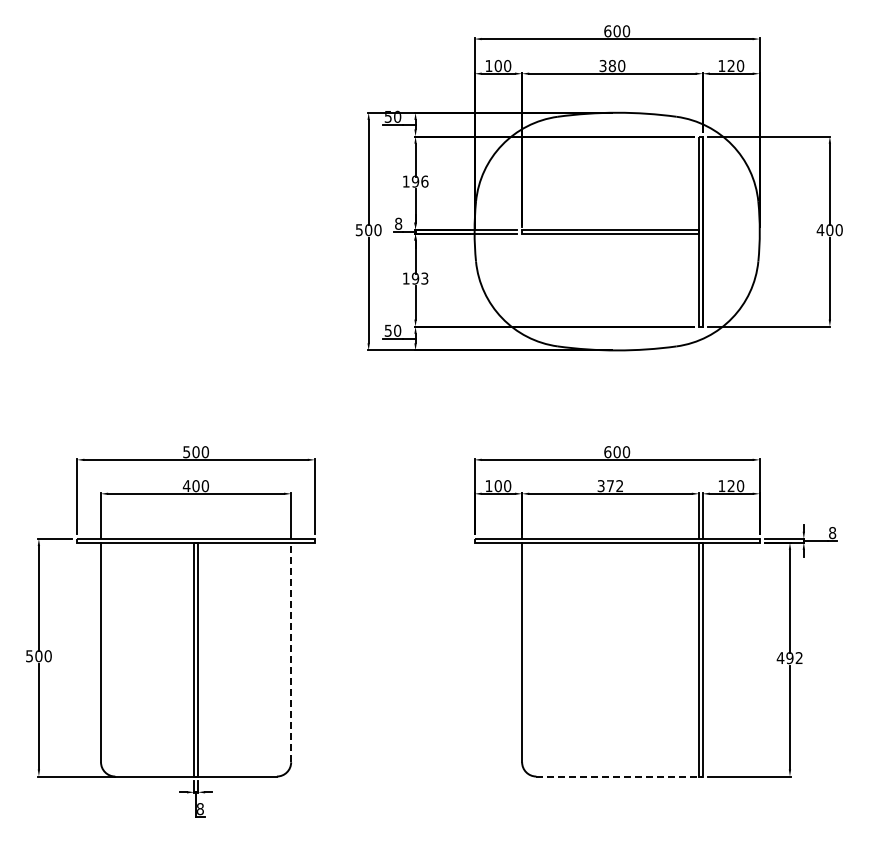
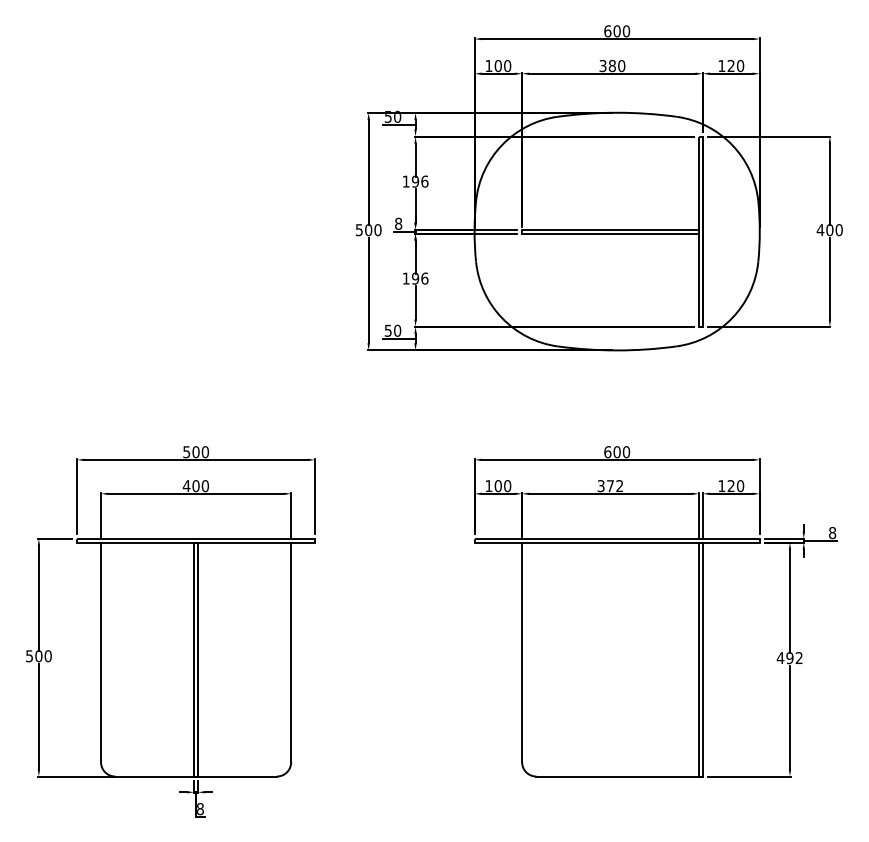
text at (424, 278): 193 -> 196
line at (291, 652): dashed -> solid
line at (620, 776): dashed -> solid
